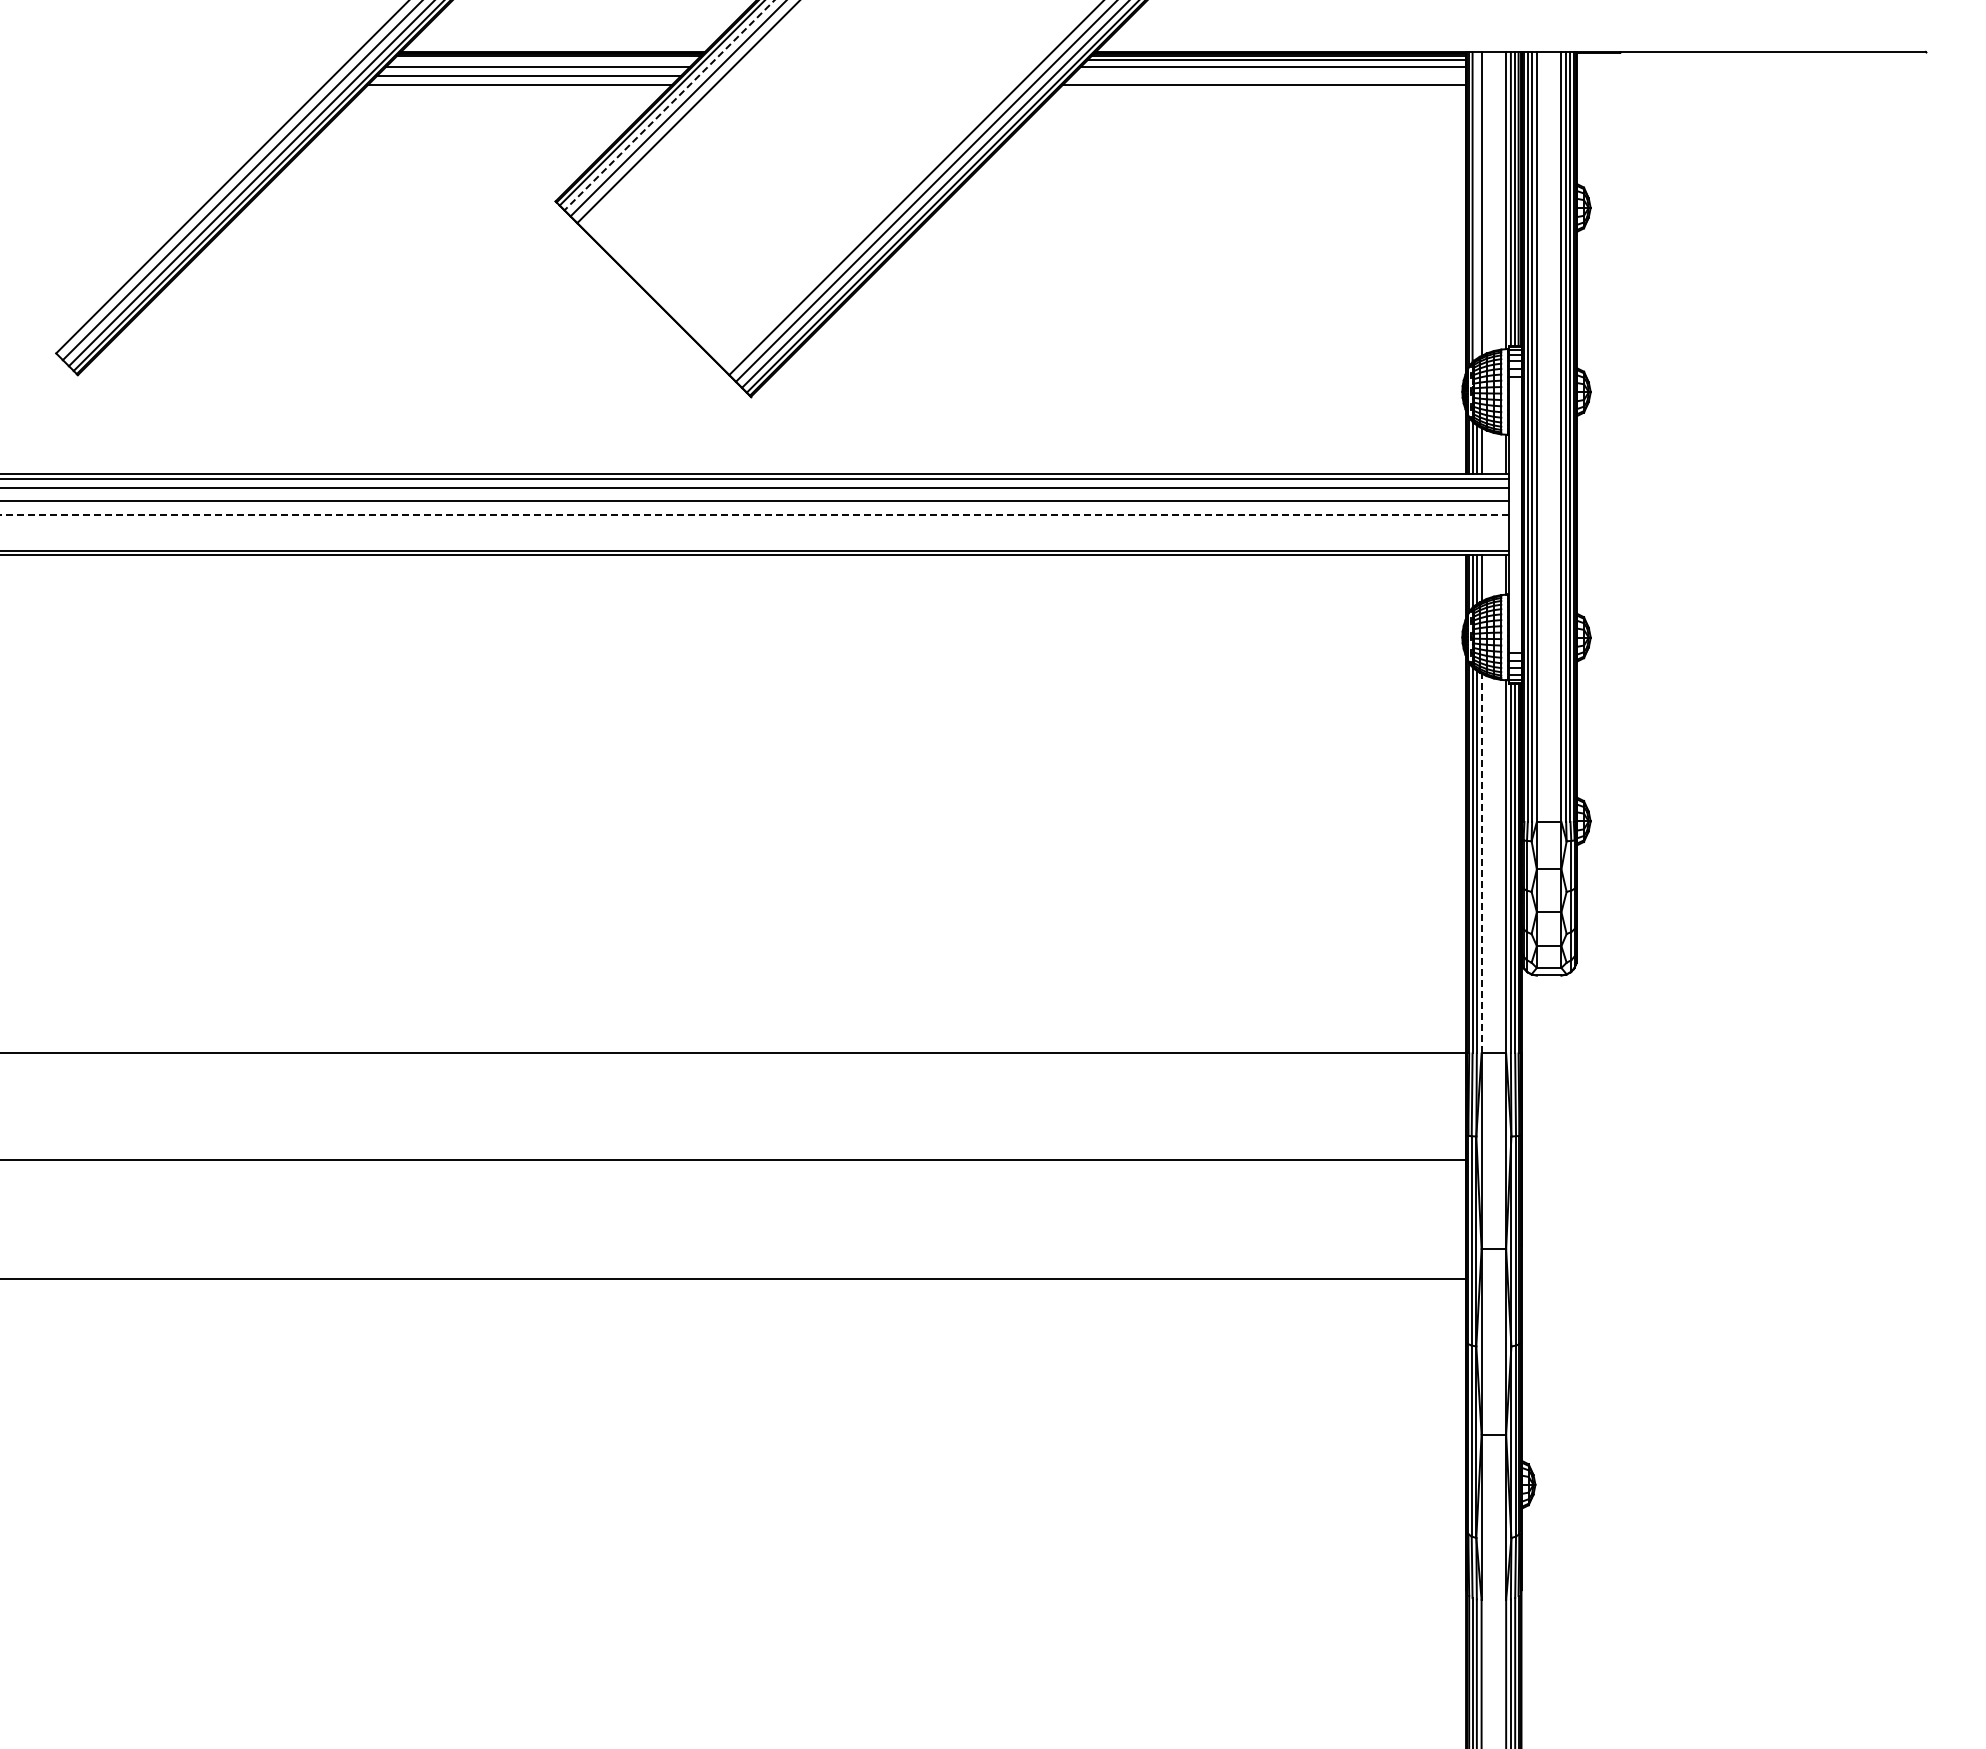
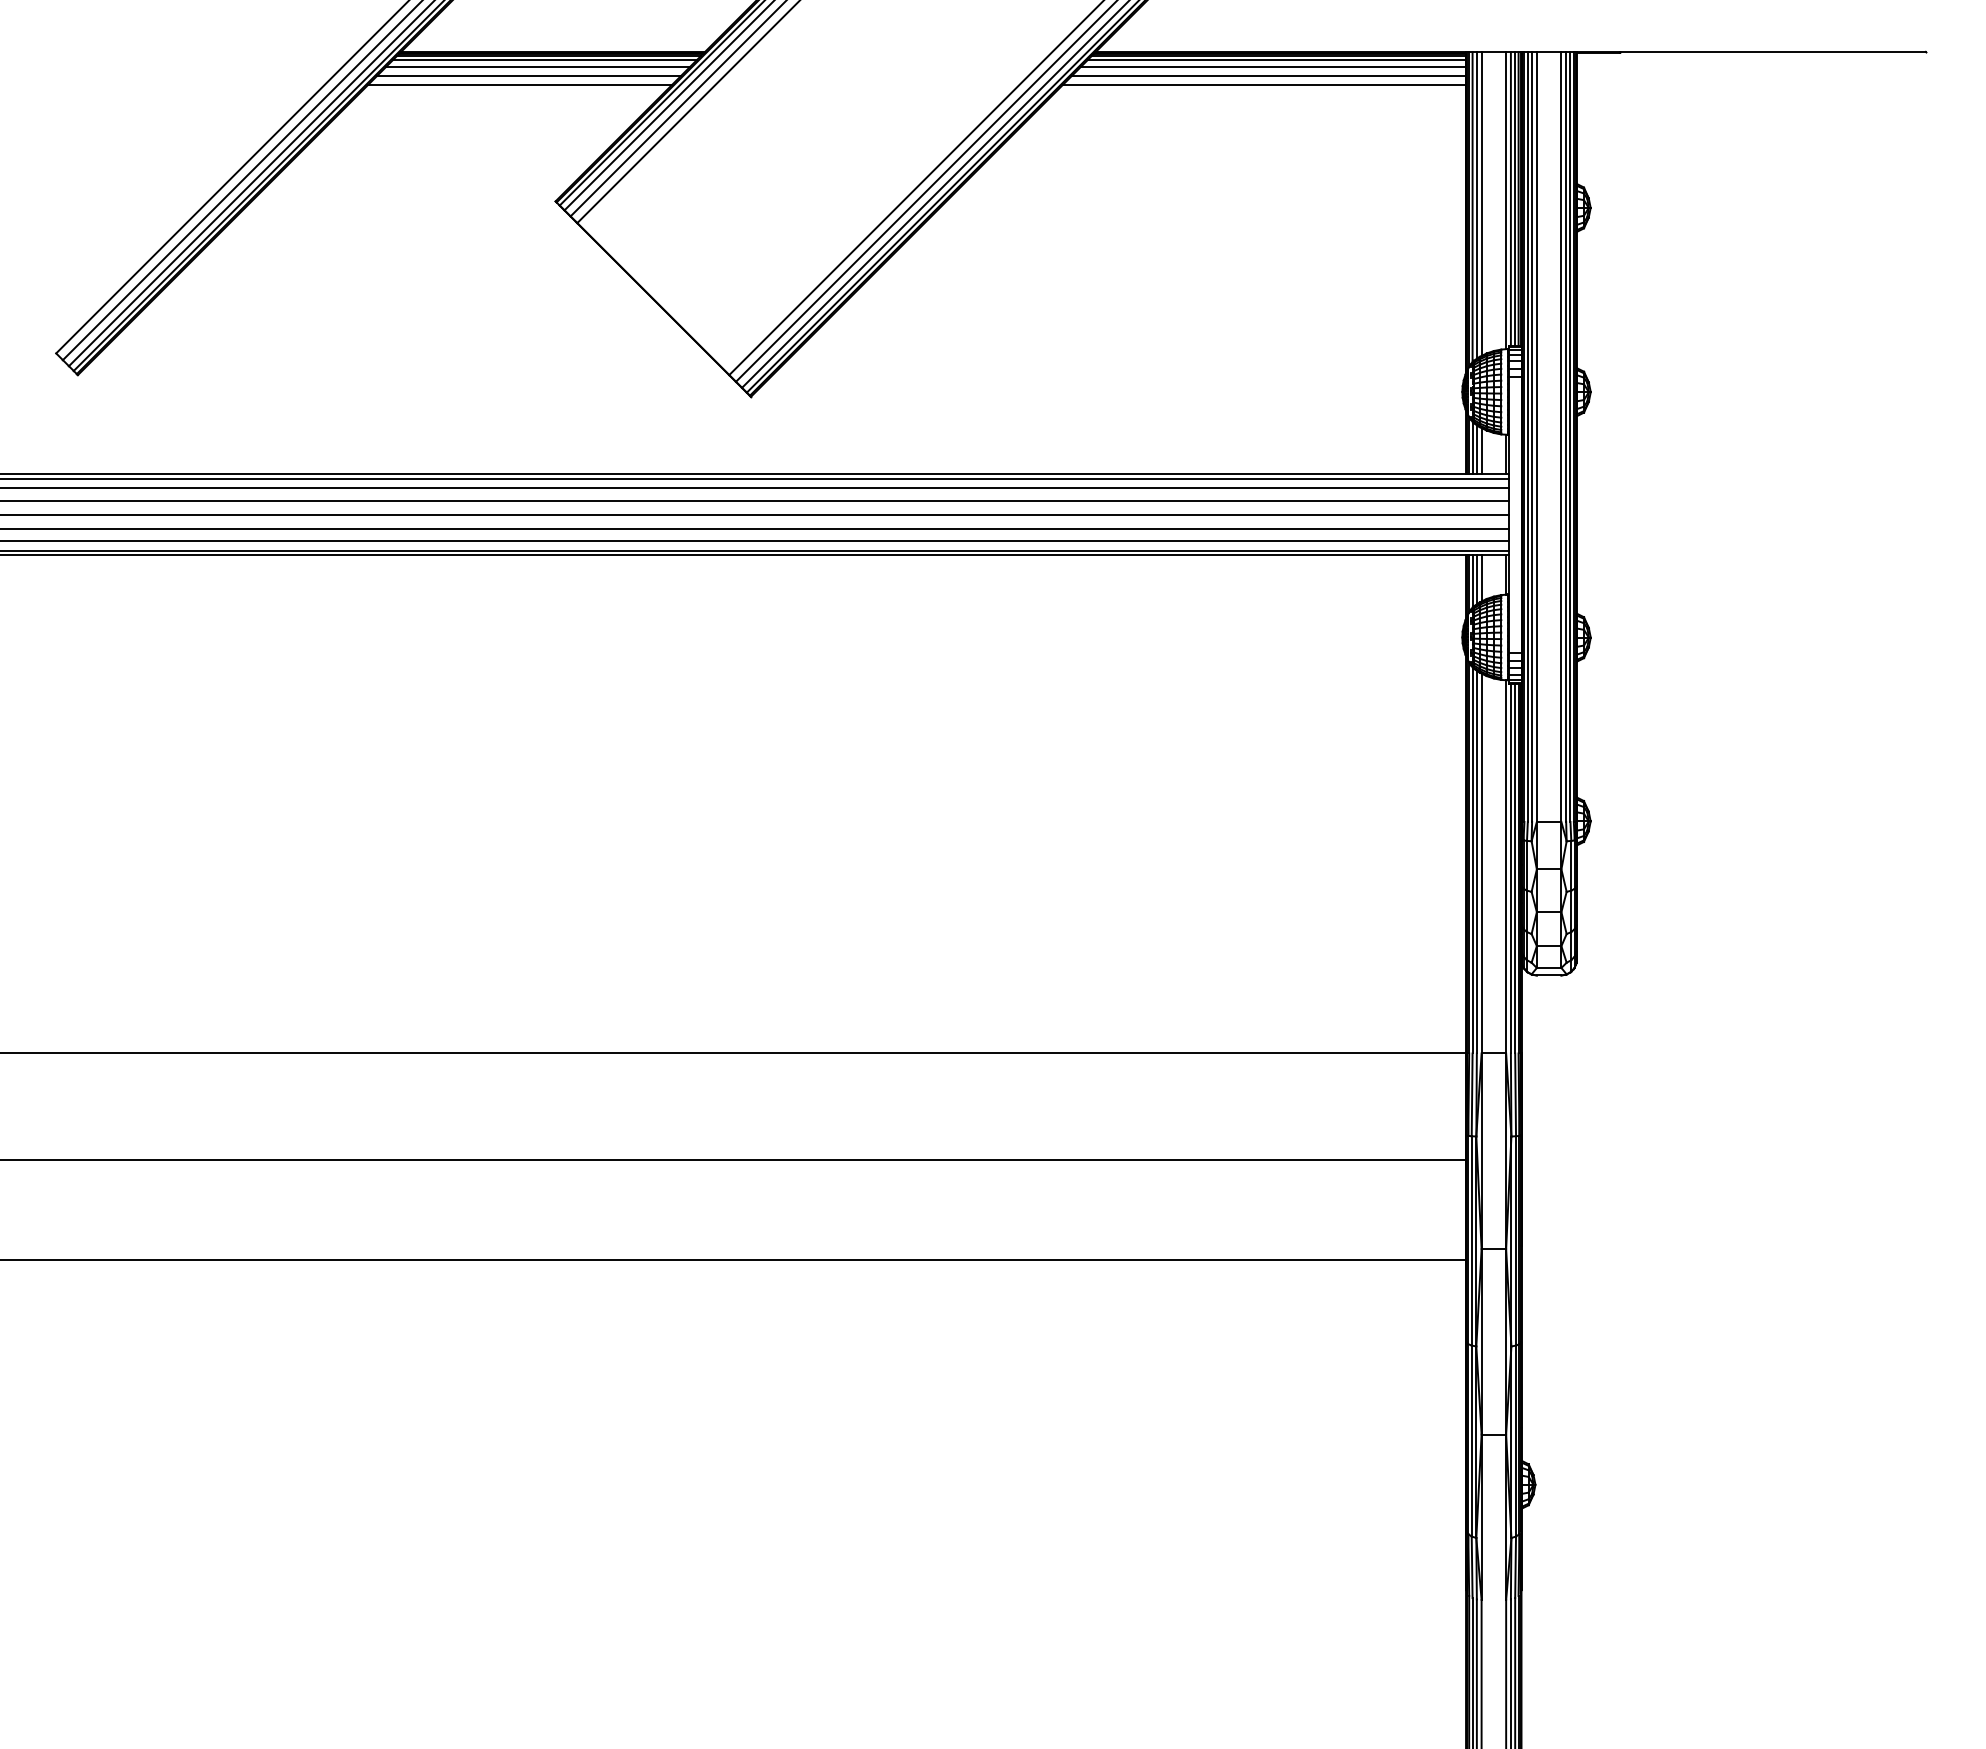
line at (544, 60): none -> present
line at (1269, 75): none -> present
line at (669, 105): dashed -> solid
line at (1476, 205): none -> present
line at (754, 514): dashed -> solid
line at (755, 529): none -> present
line at (755, 541): none -> present
line at (1481, 863): dashed -> solid
line at (734, 1279) position: (734, 1279) -> (734, 1260)
